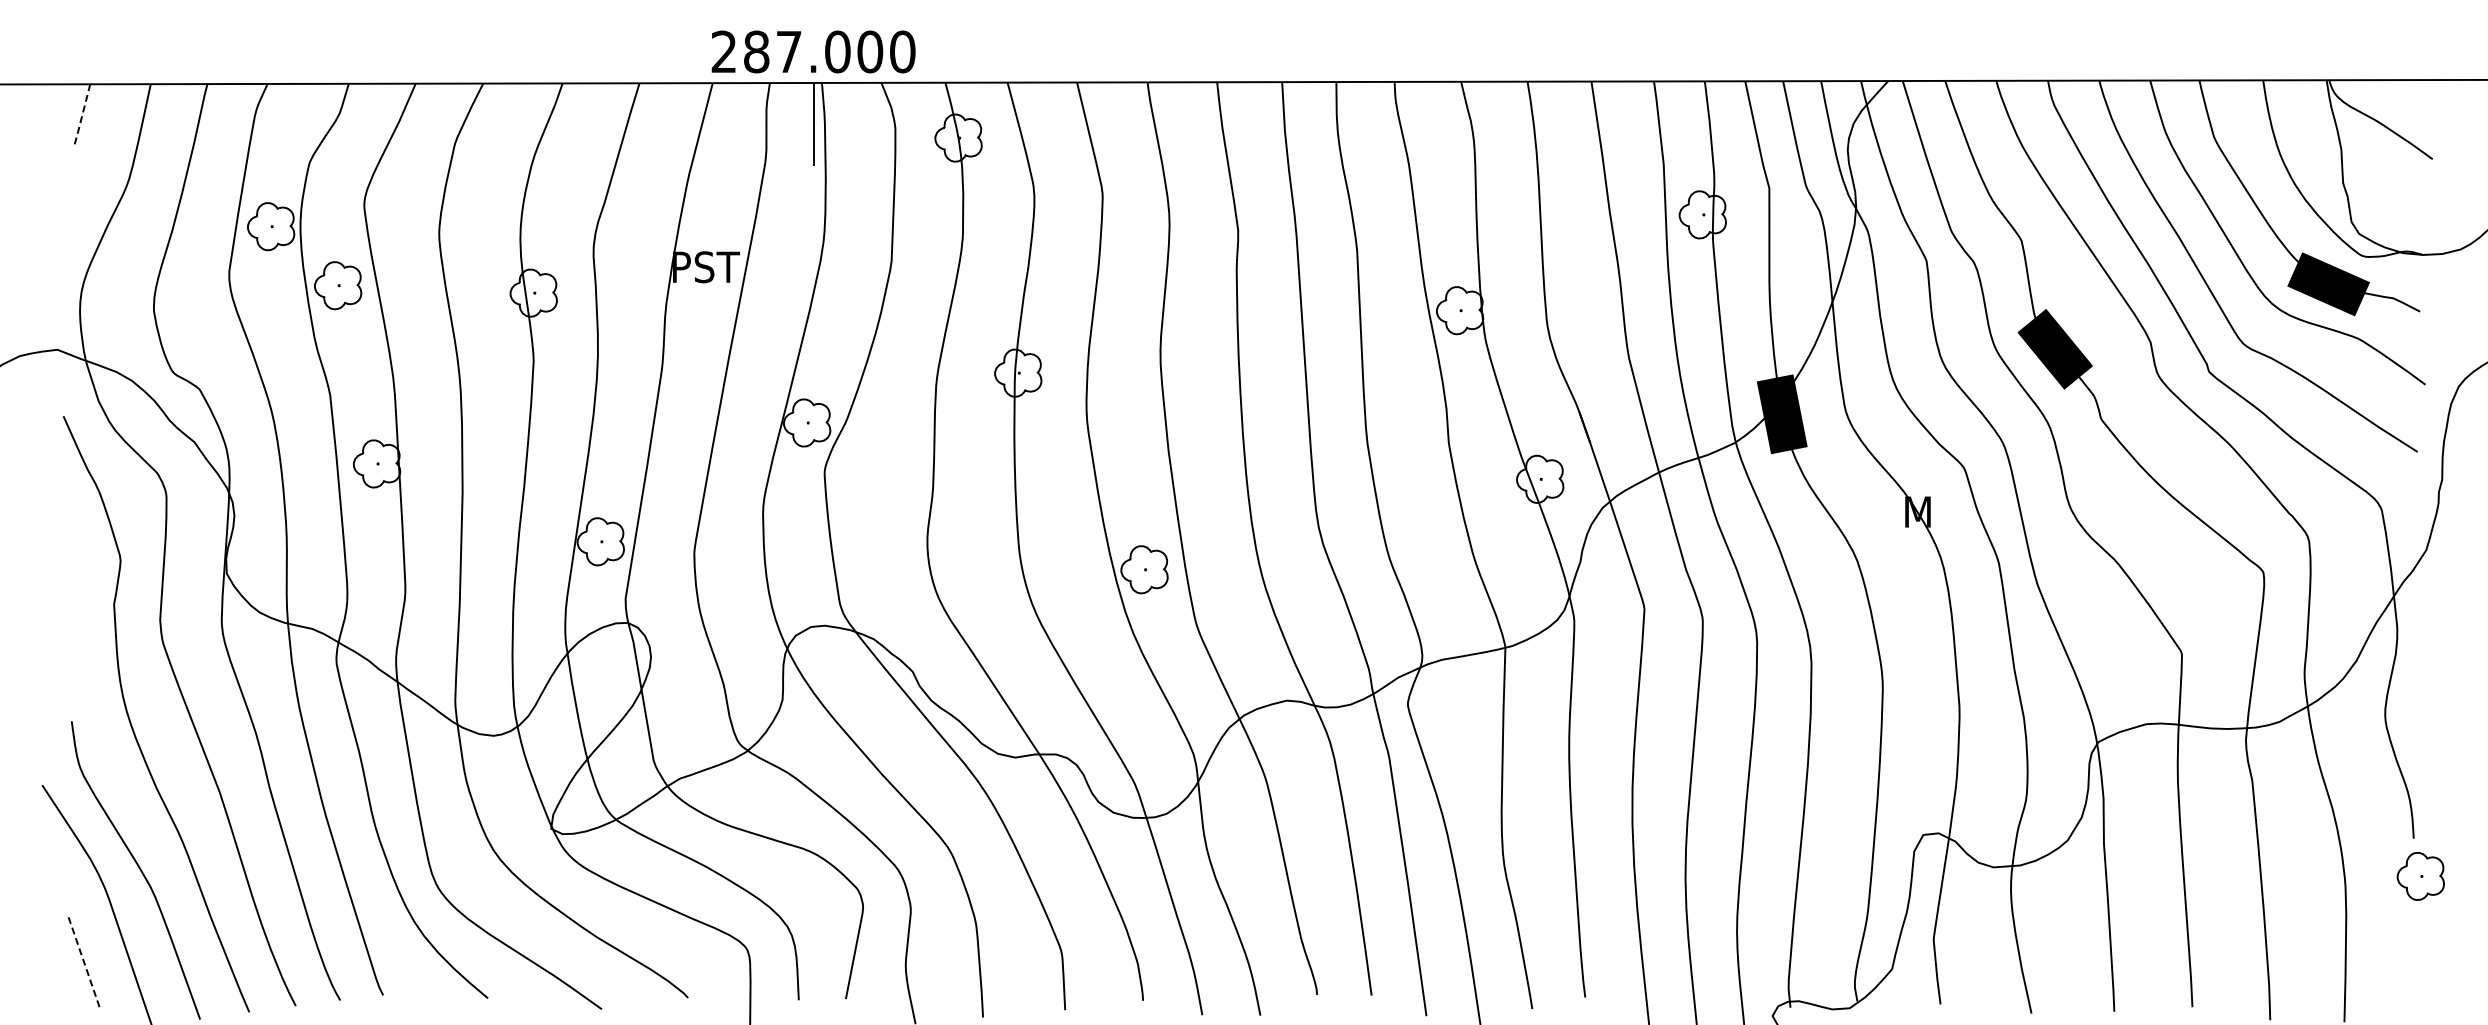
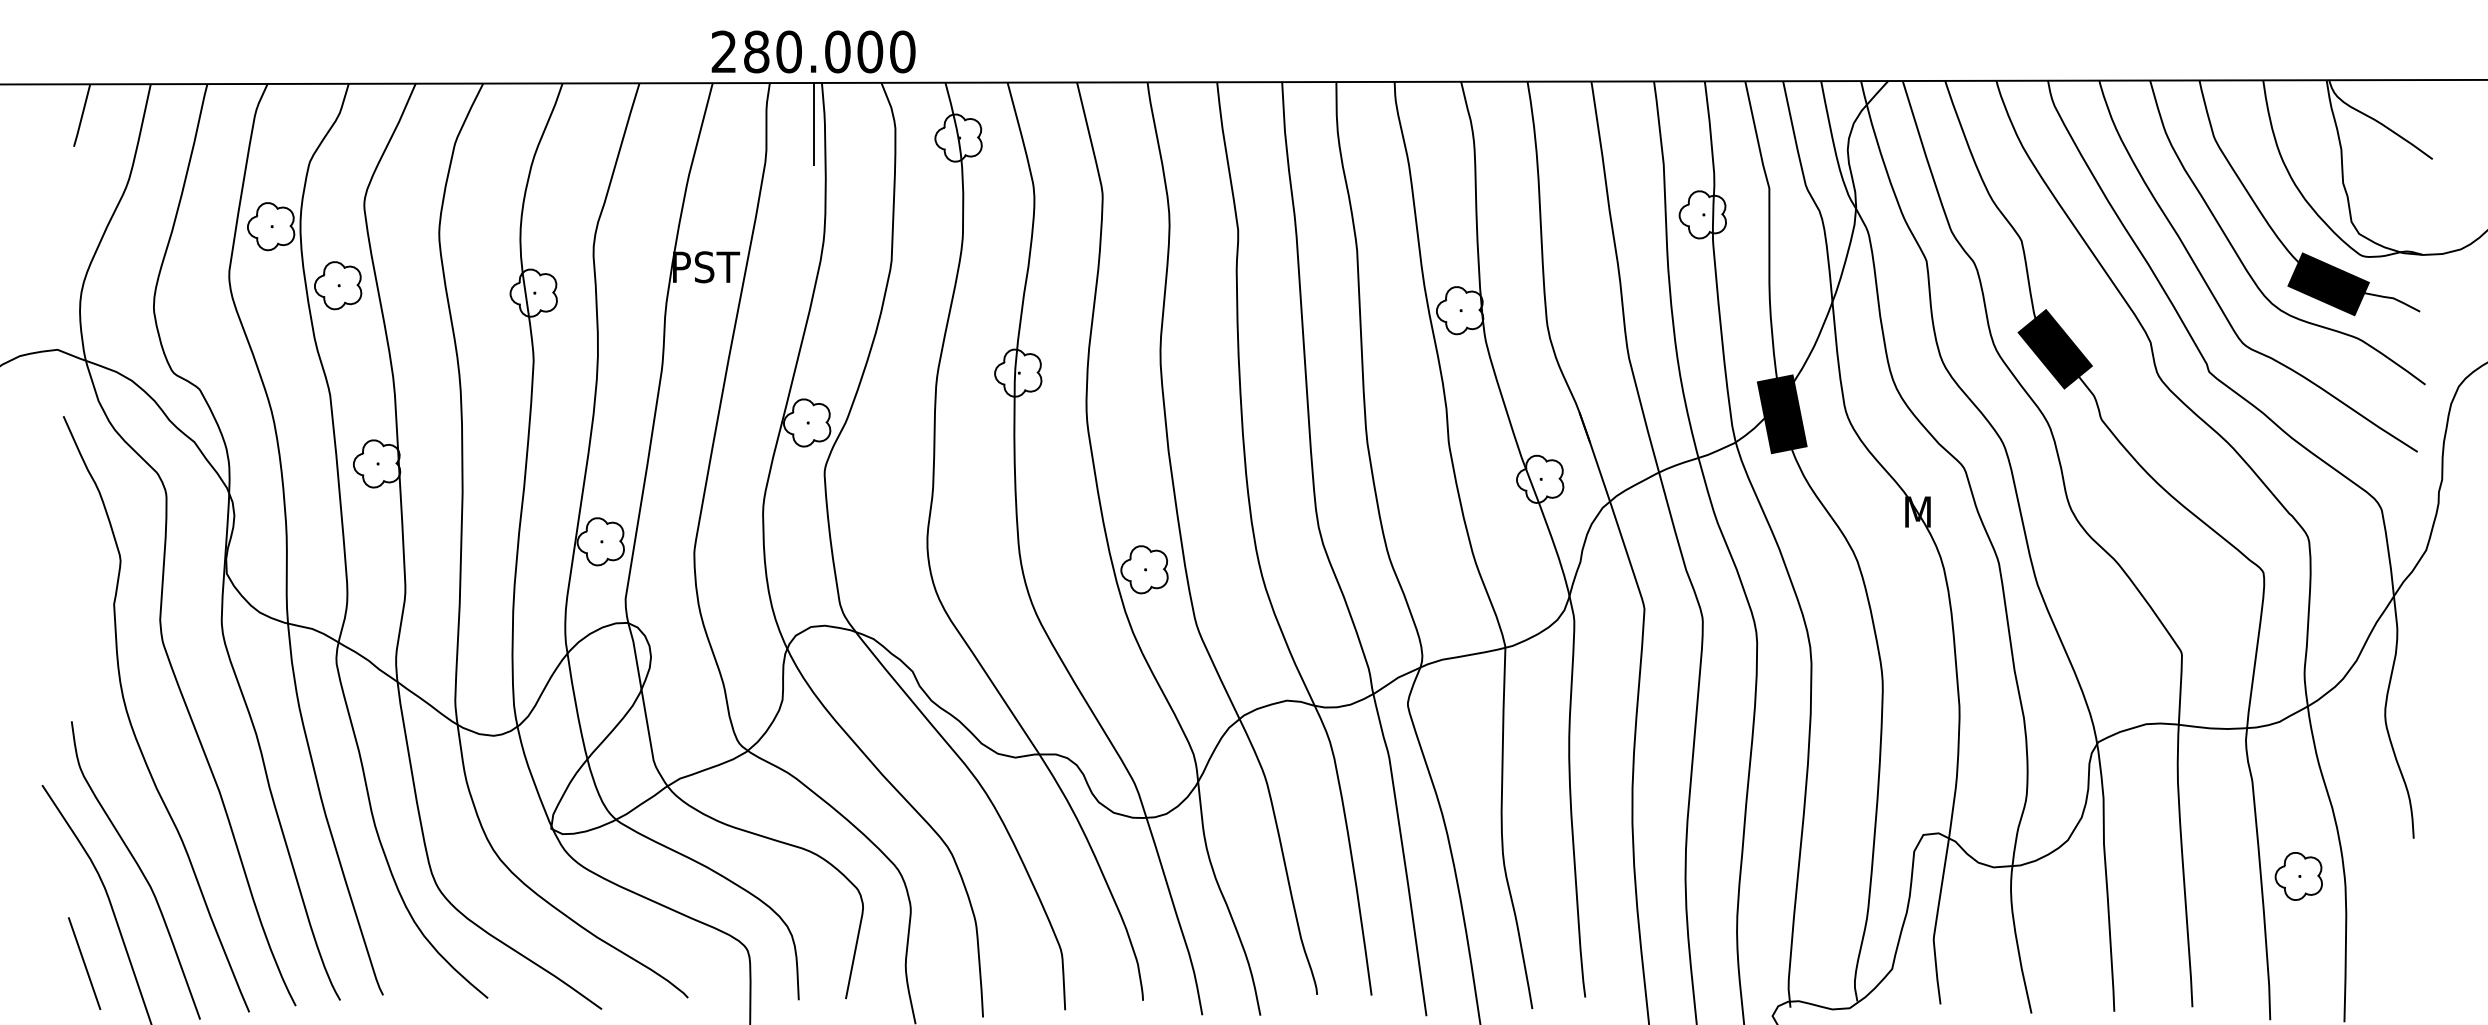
text at (788, 51): 287.000 -> 280.000
line at (81, 116): dashed -> solid
part at (2420, 876) position: (2420, 876) -> (2298, 876)
line at (84, 964): dashed -> solid
